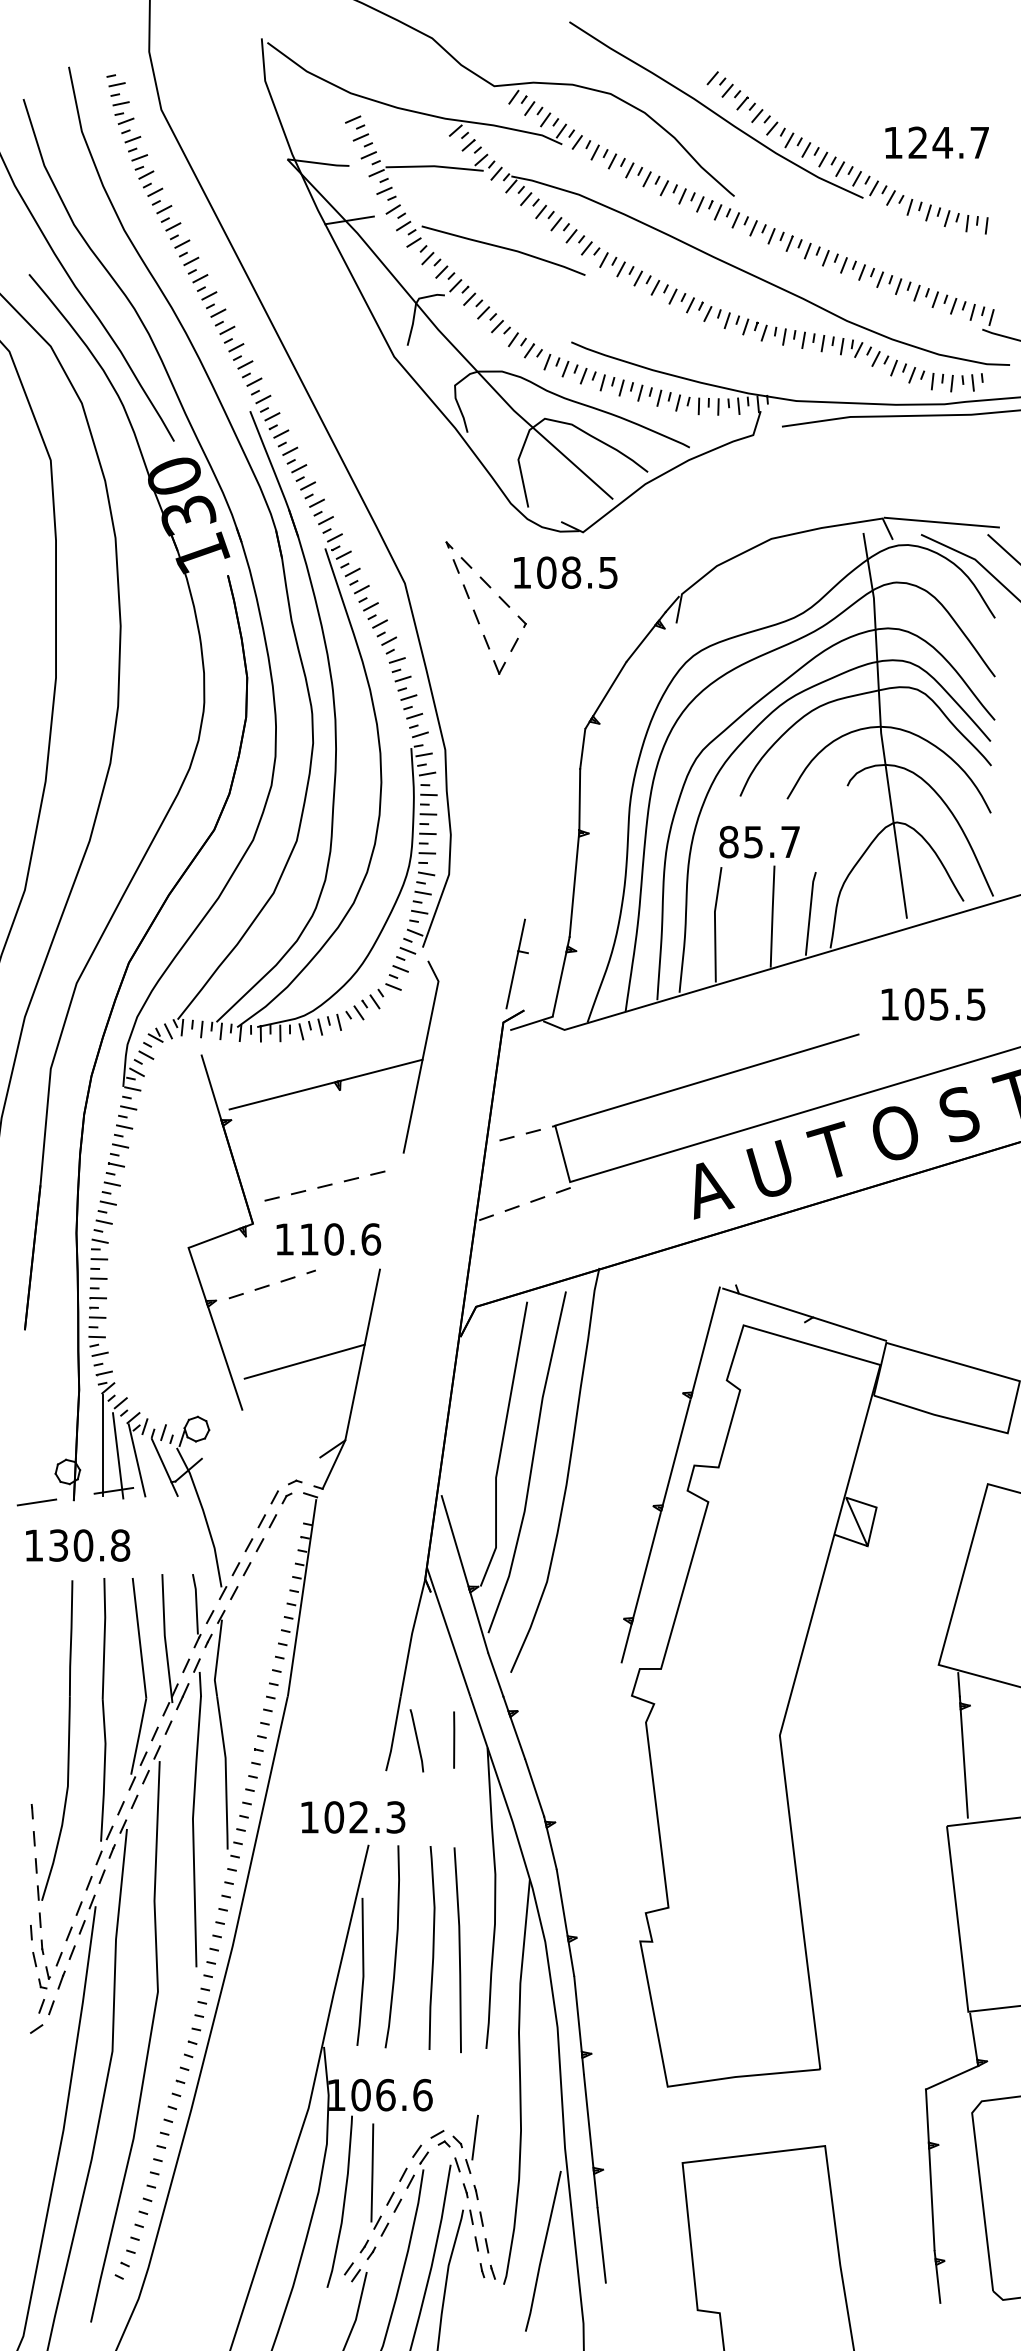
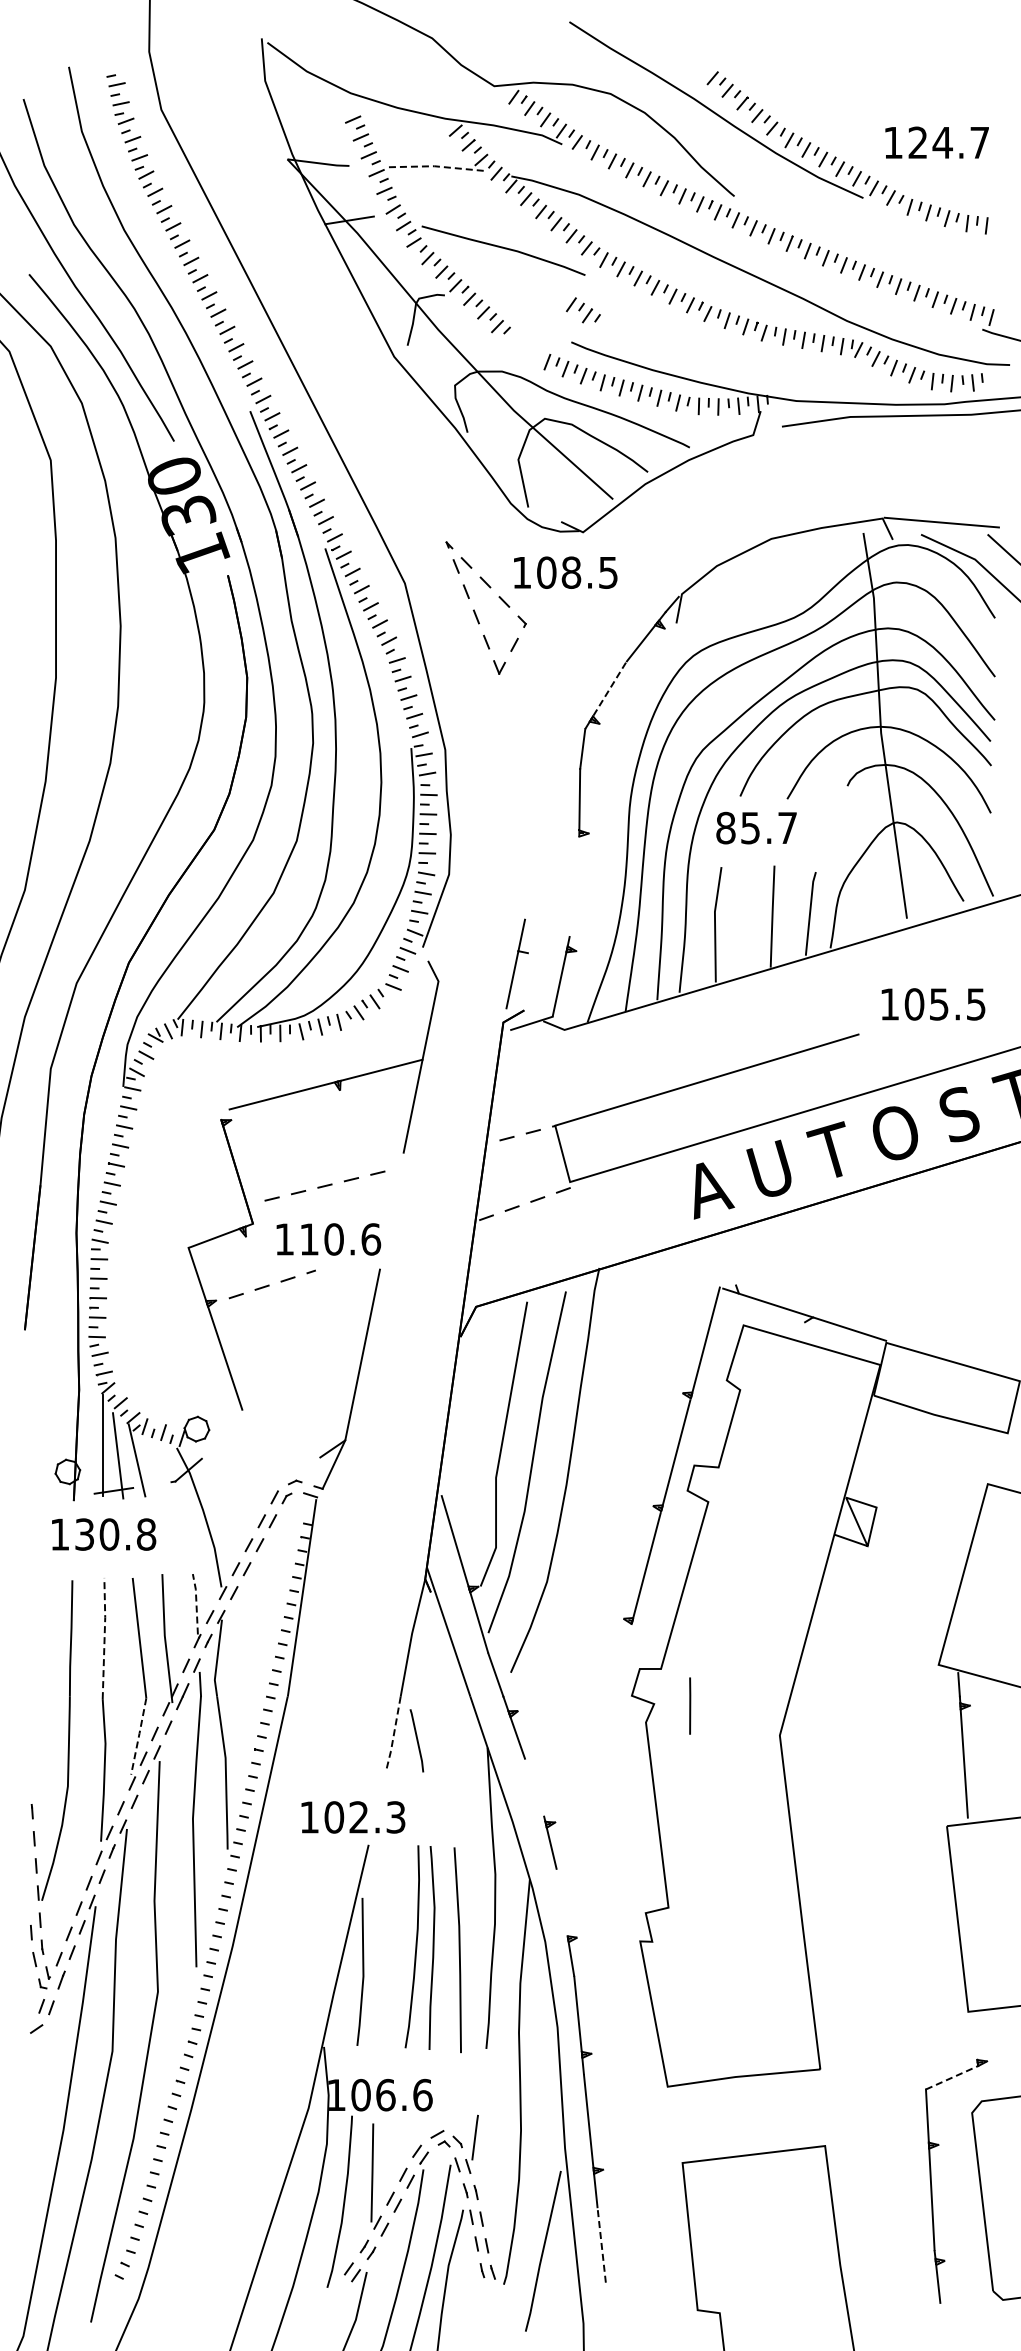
line at (434, 166): solid -> dashed
part at (525, 345) position: (525, 345) -> (583, 310)
line at (610, 688): solid -> dashed
text at (759, 841) position: (759, 841) -> (756, 827)
line at (574, 883): present -> none
line at (211, 1087): present -> none
line at (304, 1361): present -> none
line at (164, 1467): present -> none
line at (36, 1502): present -> none
text at (78, 1545) position: (78, 1545) -> (104, 1534)
line at (196, 1602): solid -> dashed
line at (104, 1637): solid -> dashed
line at (626, 1643): present -> none
line at (393, 1734): solid -> dashed
line at (138, 1736): solid -> dashed
line at (454, 1739) position: (454, 1739) -> (690, 1705)
line at (534, 1787): present -> none
line at (561, 1902): present -> none
curve at (395, 1946) position: (395, 1946) -> (415, 1946)
line at (973, 2035): present -> none
line at (952, 2077): solid -> dashed
line at (601, 2244): solid -> dashed
